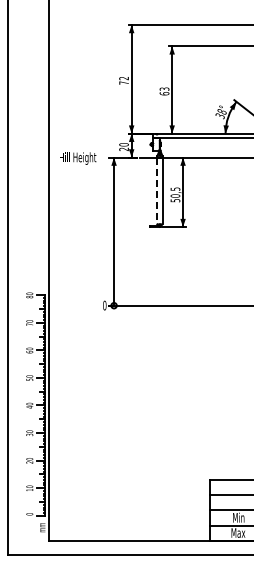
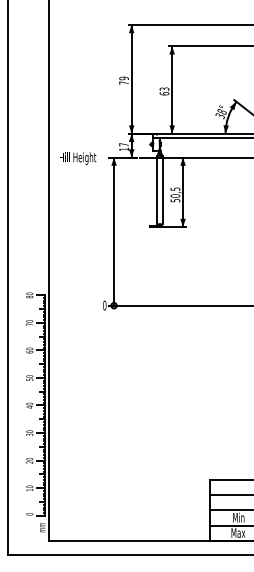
text at (123, 78): 72 -> 79
text at (123, 147): 20 -> 17
line at (157, 191): dashed -> solid
